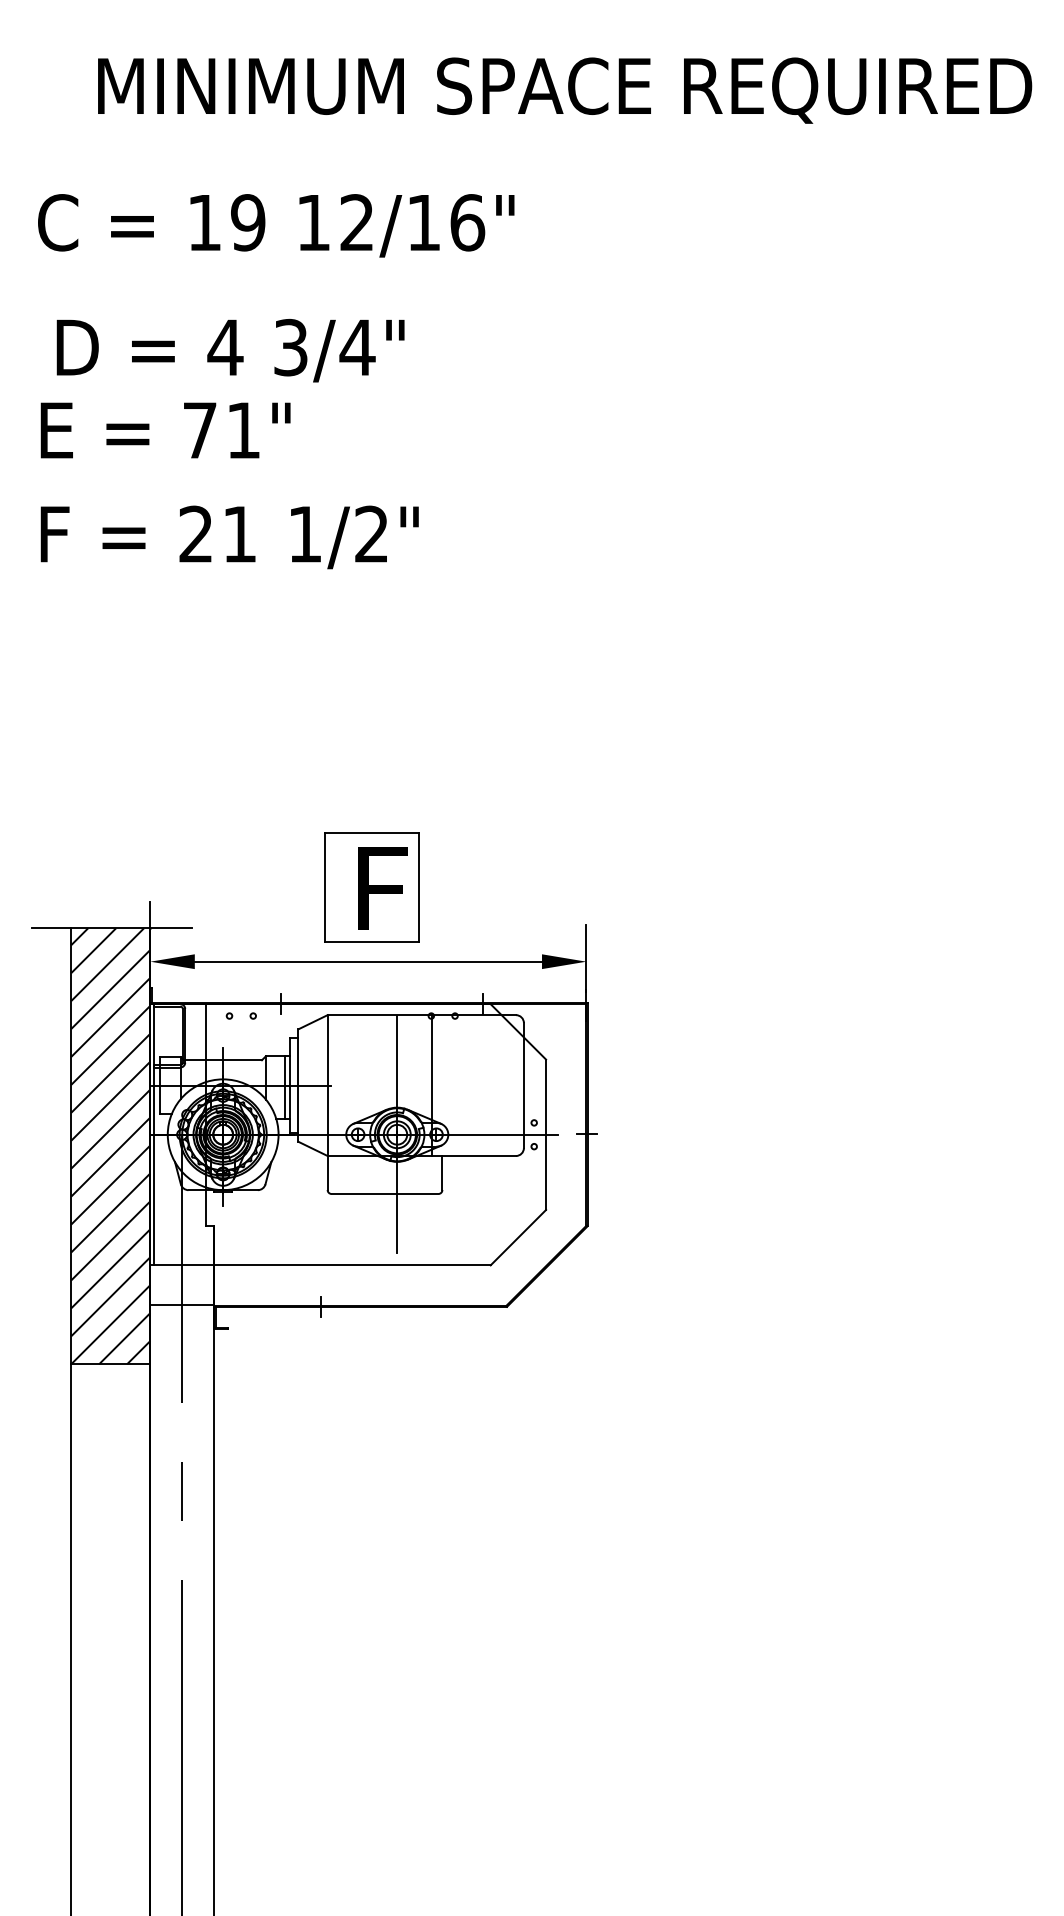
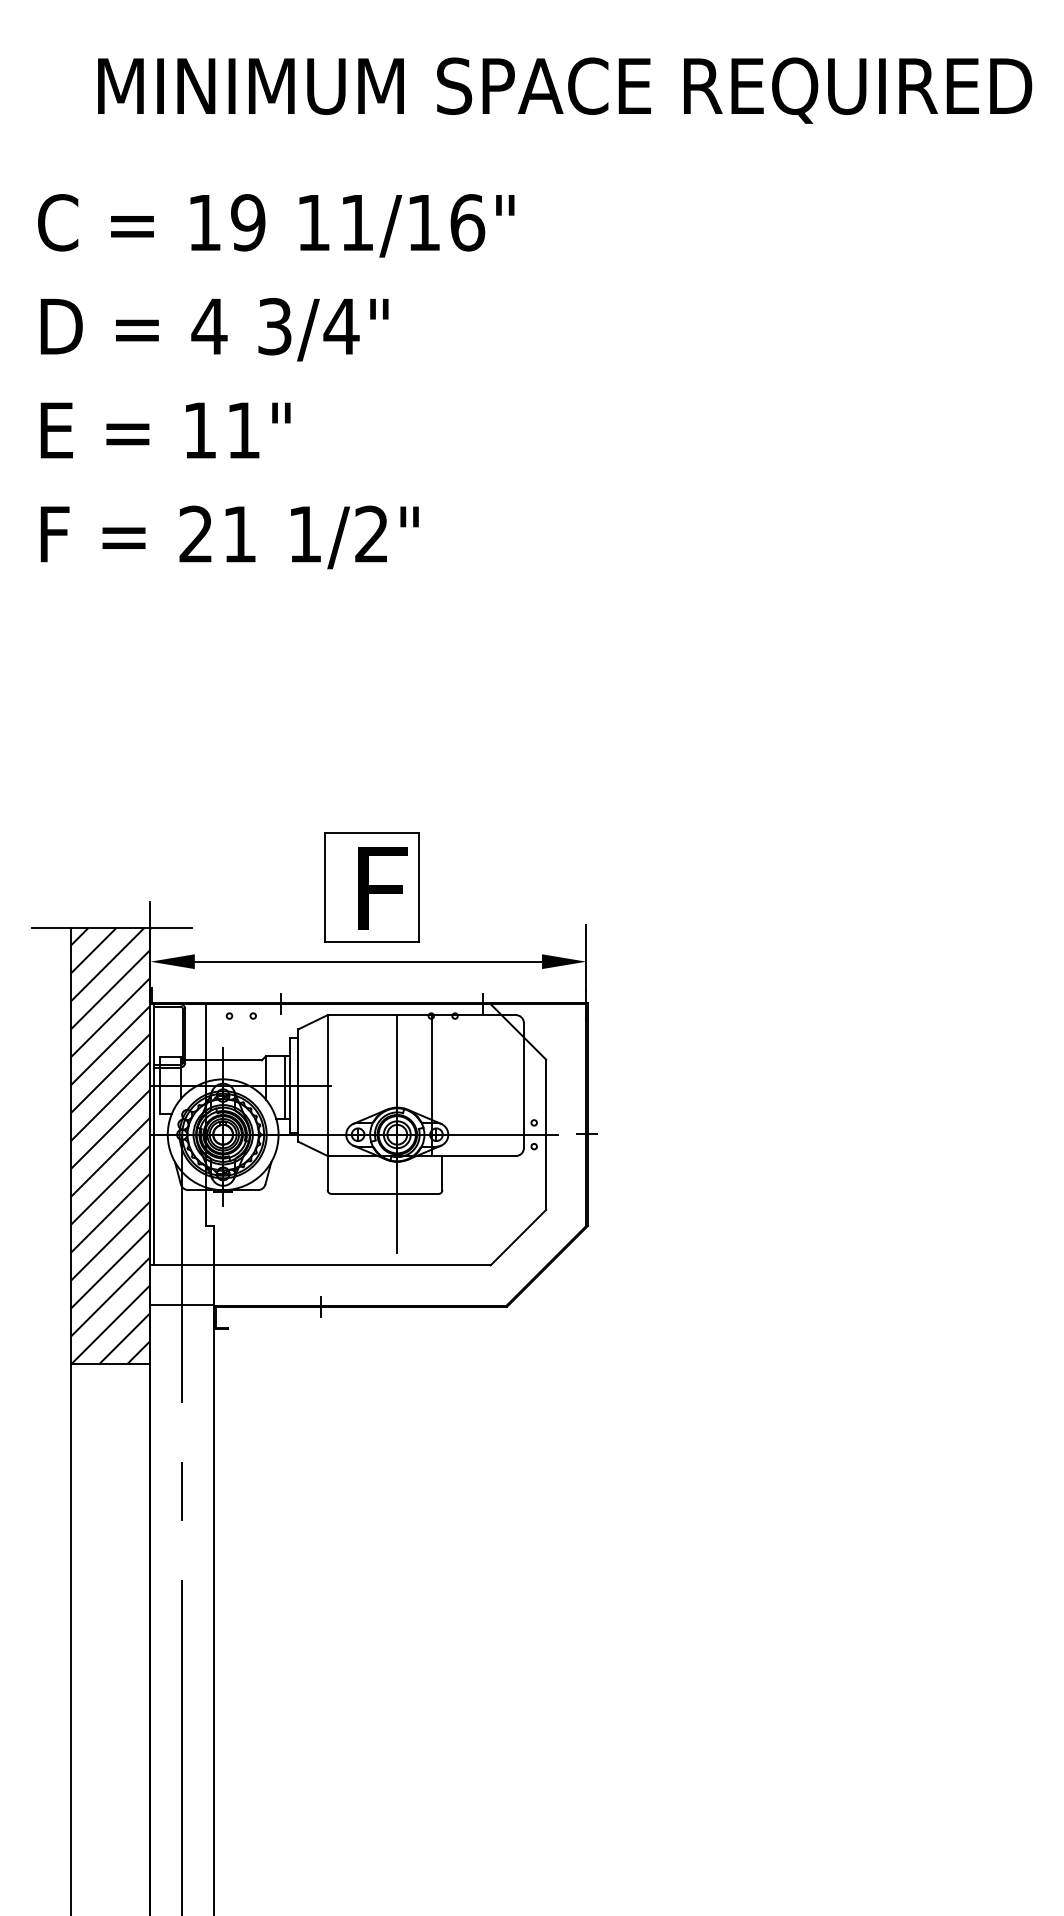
text at (356, 222): 12/16" -> 11/16"
text at (230, 350) position: (230, 350) -> (214, 329)
text at (200, 430): 71" -> 11"
